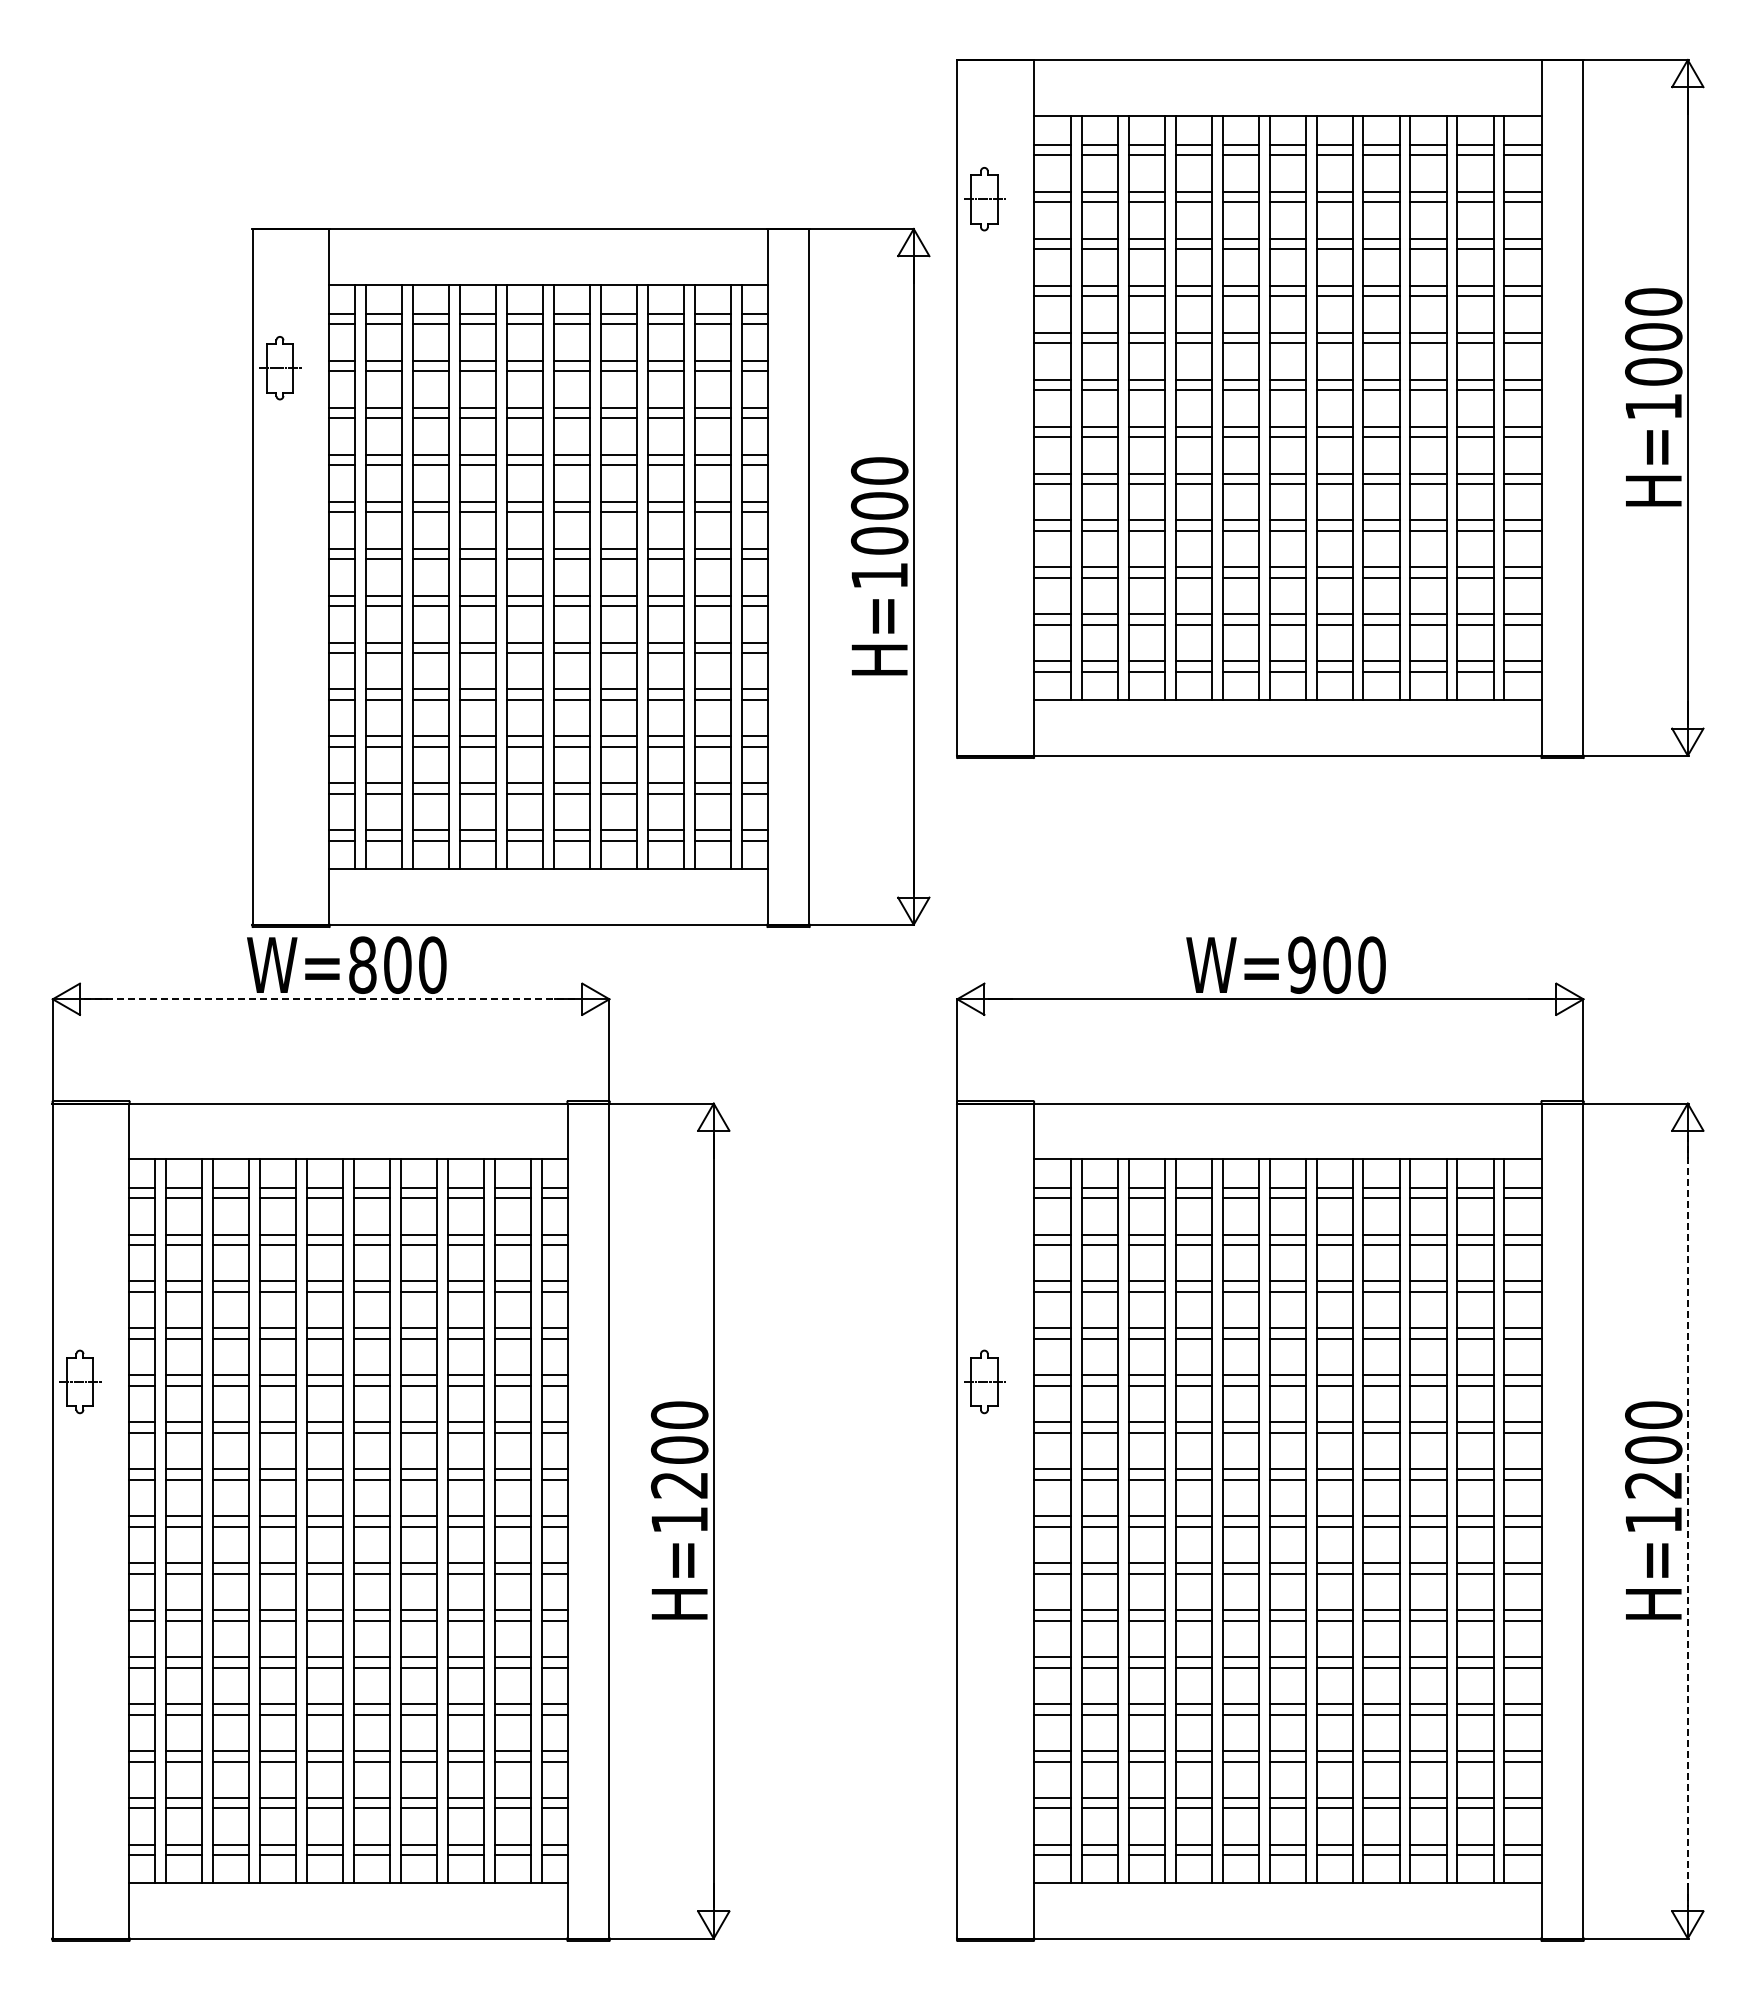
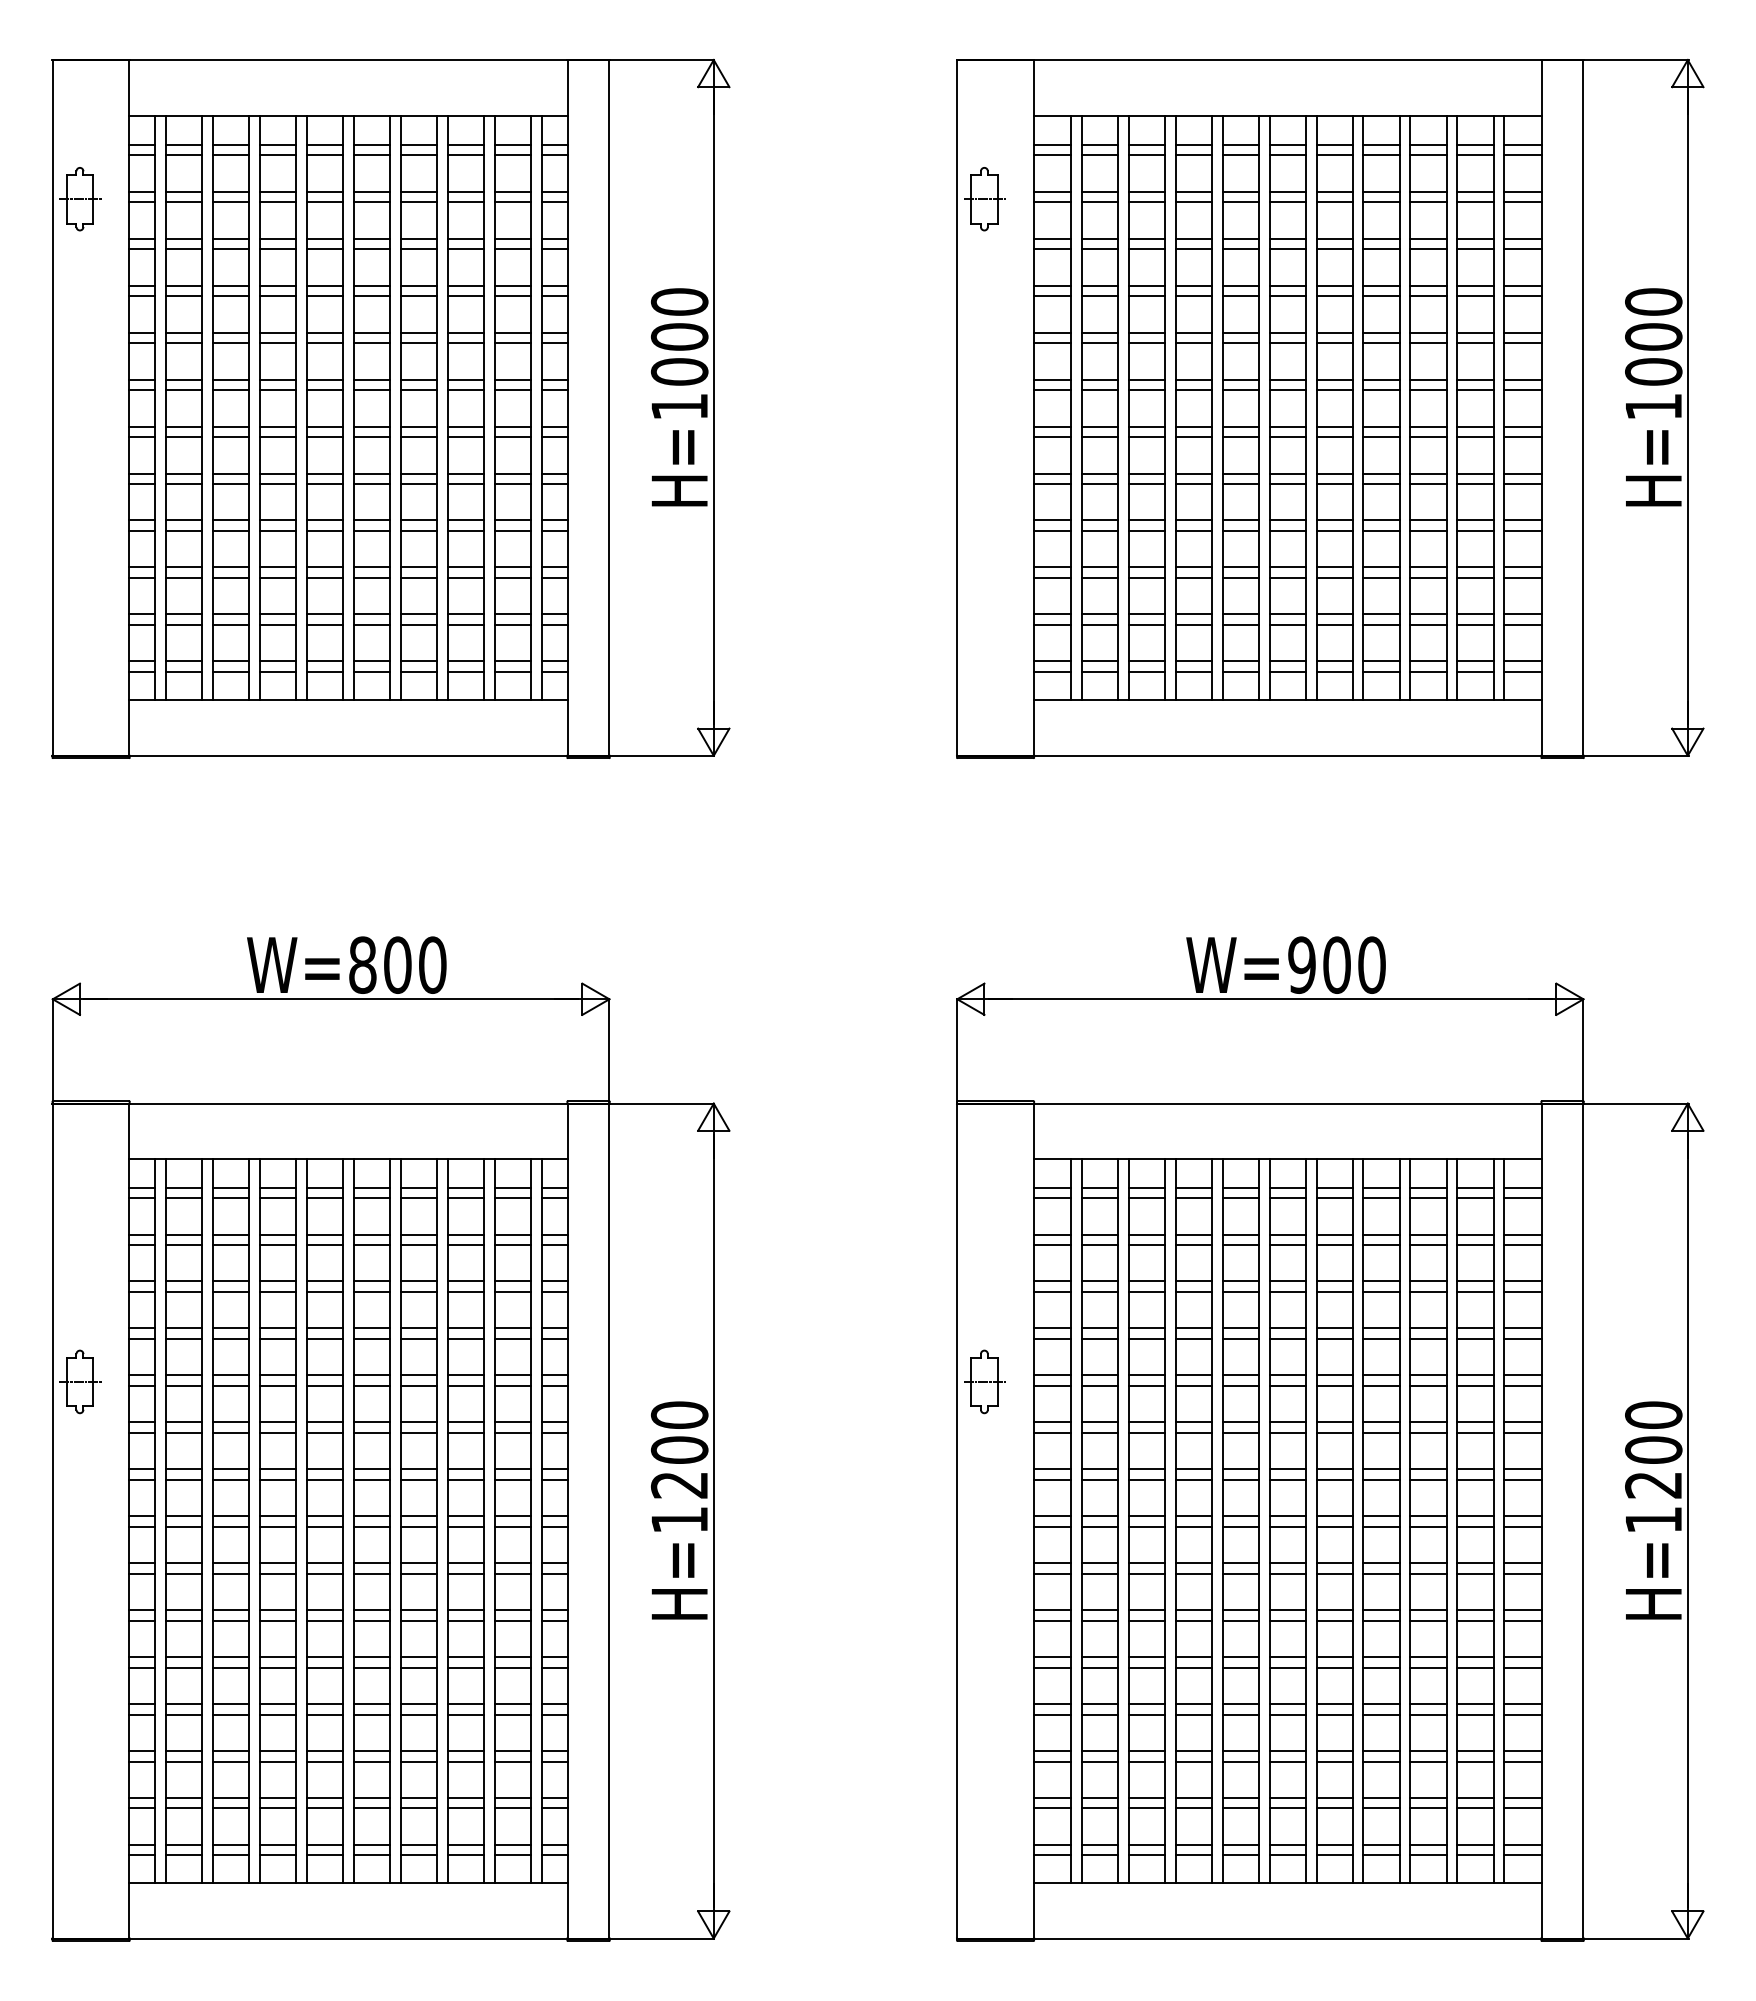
part at (590, 577) position: (590, 577) -> (390, 408)
line at (331, 999): dashed -> solid
line at (1687, 1521): dashed -> solid
